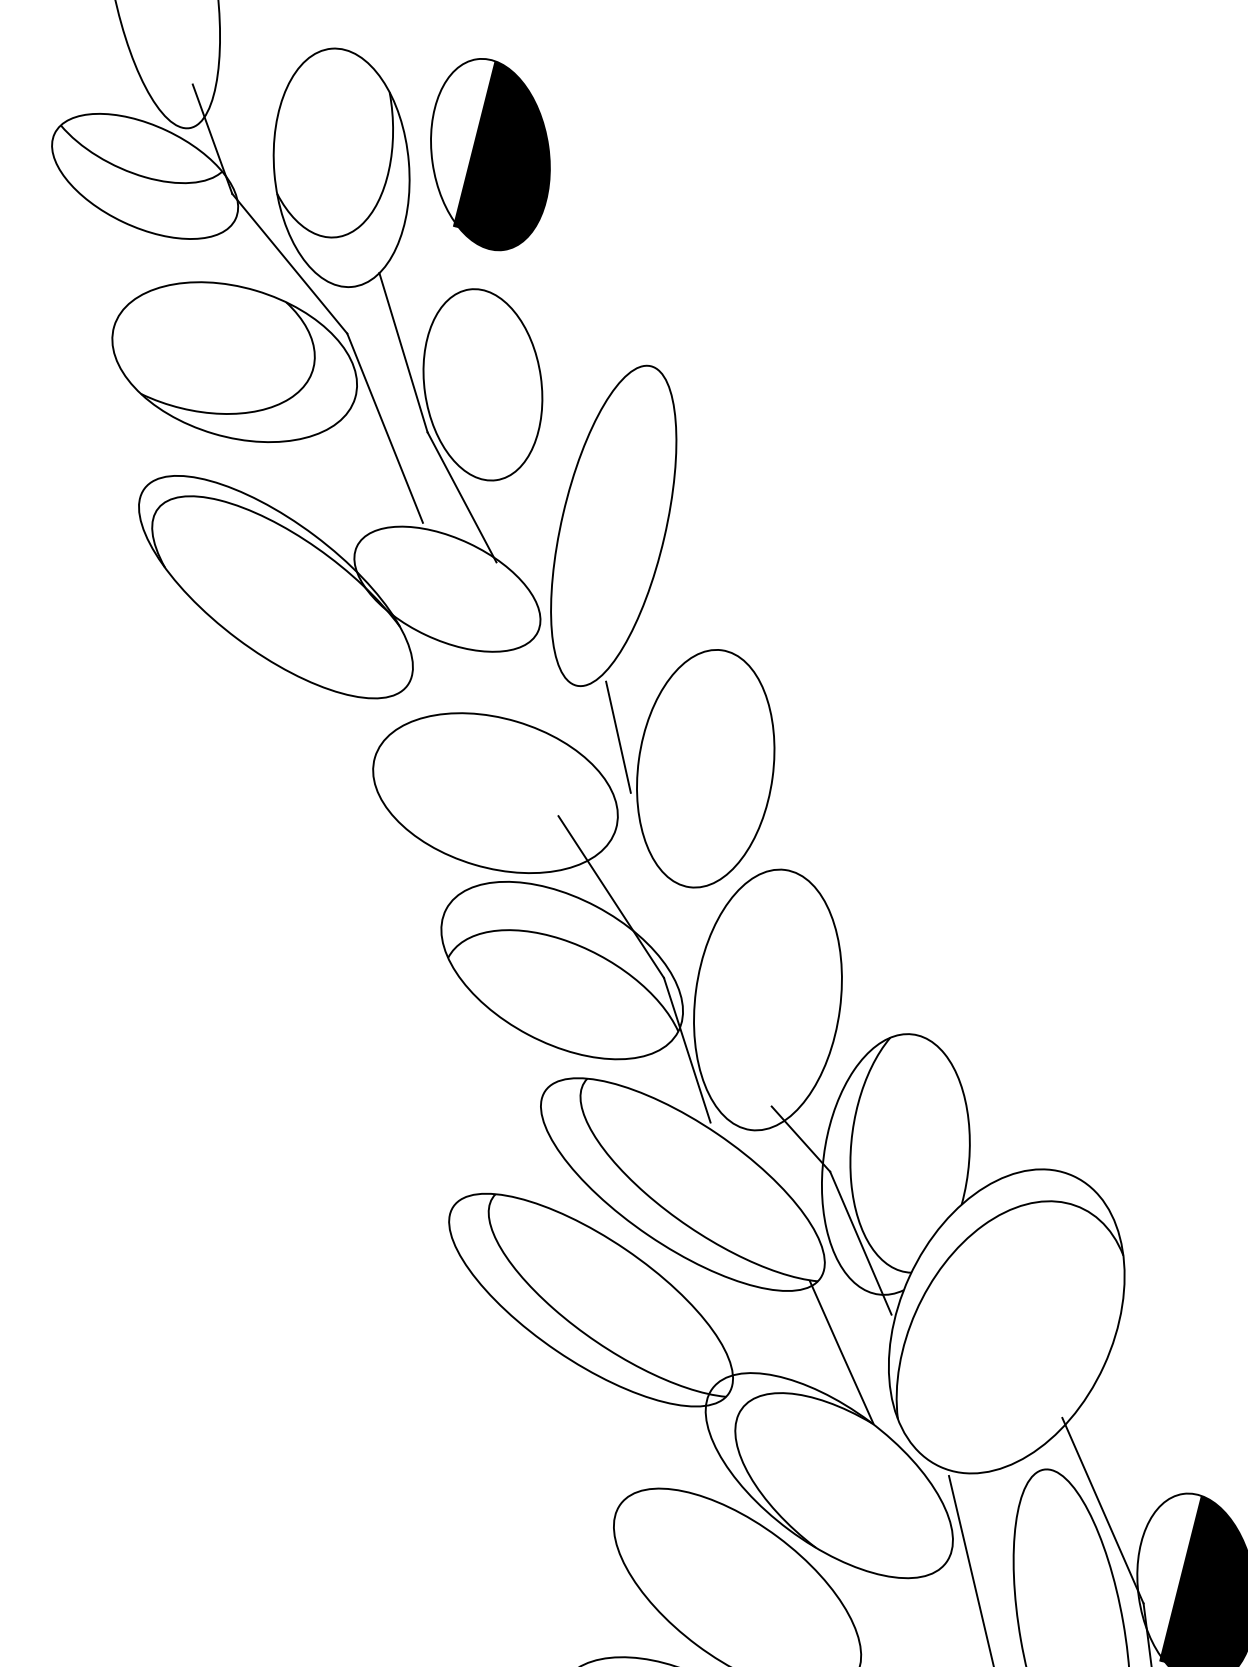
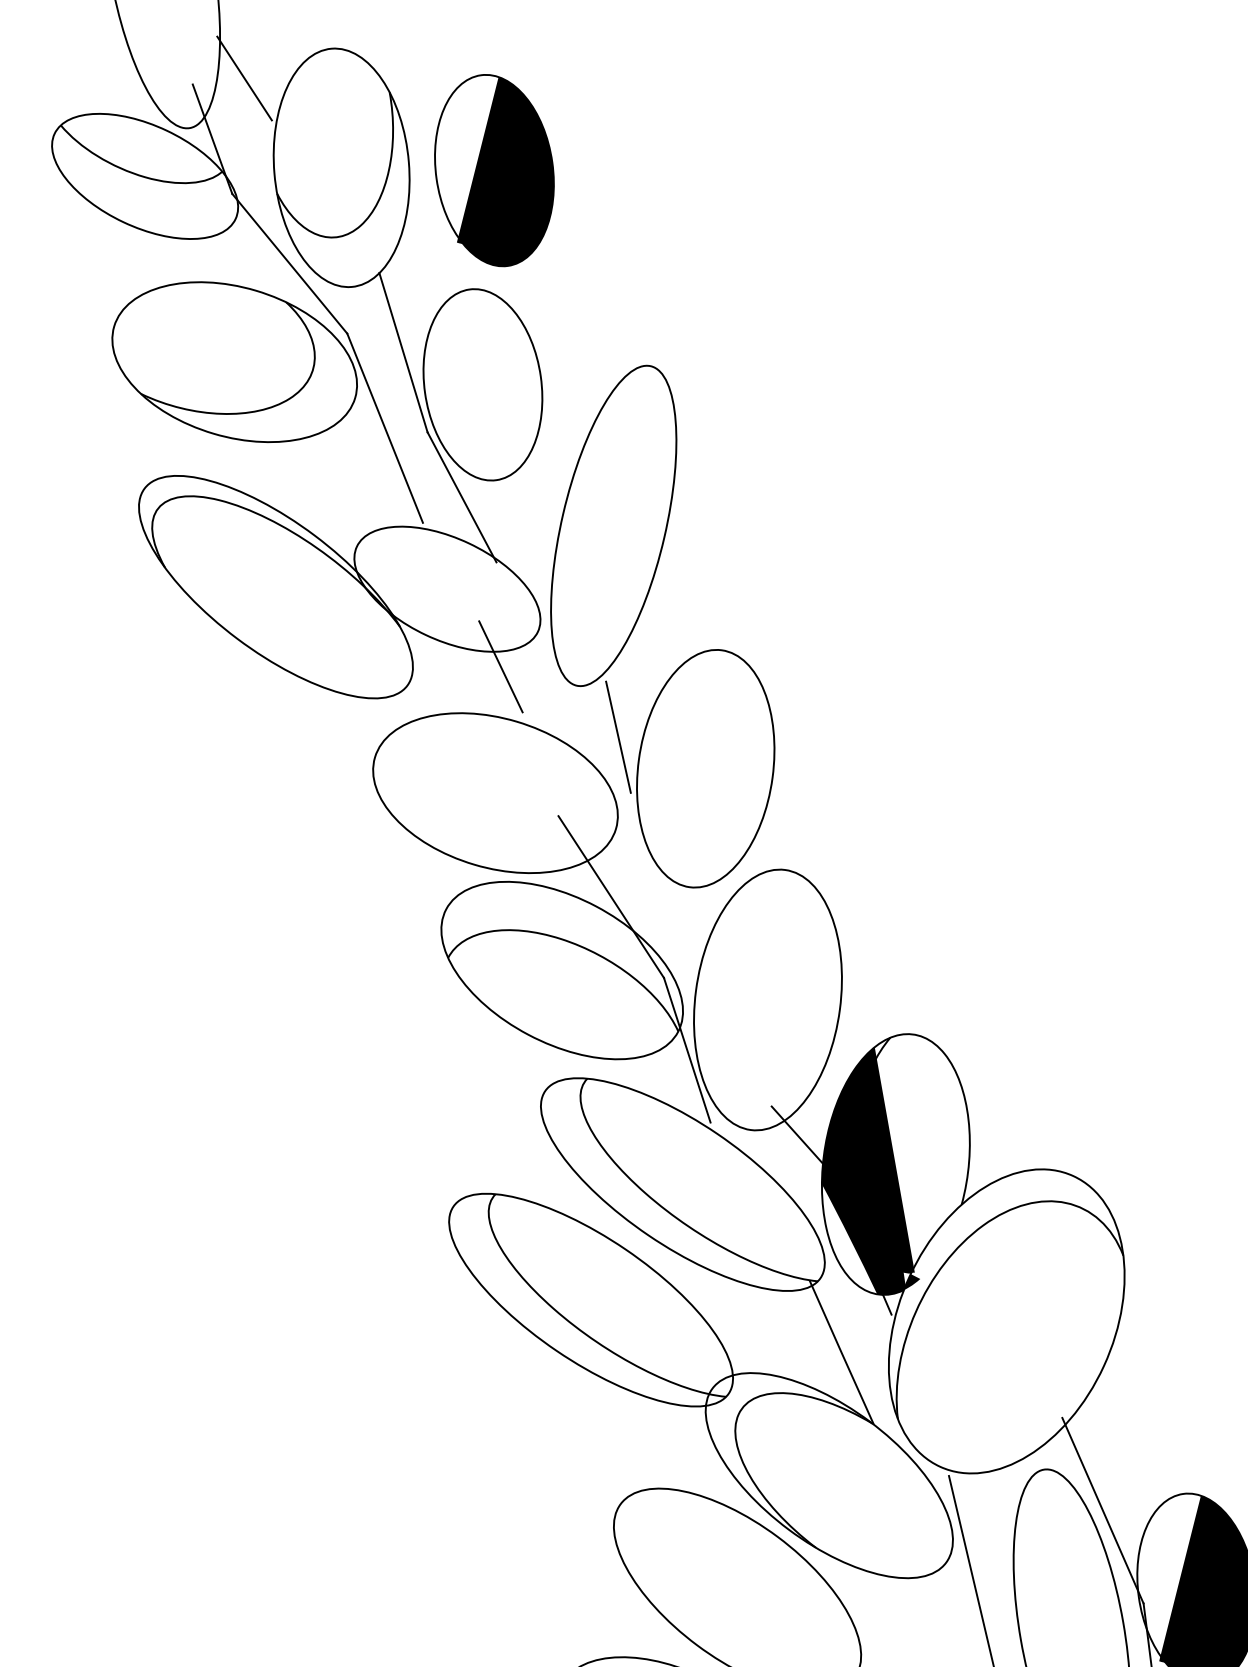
line at (244, 78): none -> present
part at (490, 154) position: (490, 154) -> (494, 170)
line at (500, 666): none -> present
fill at (870, 1170): none -> present
